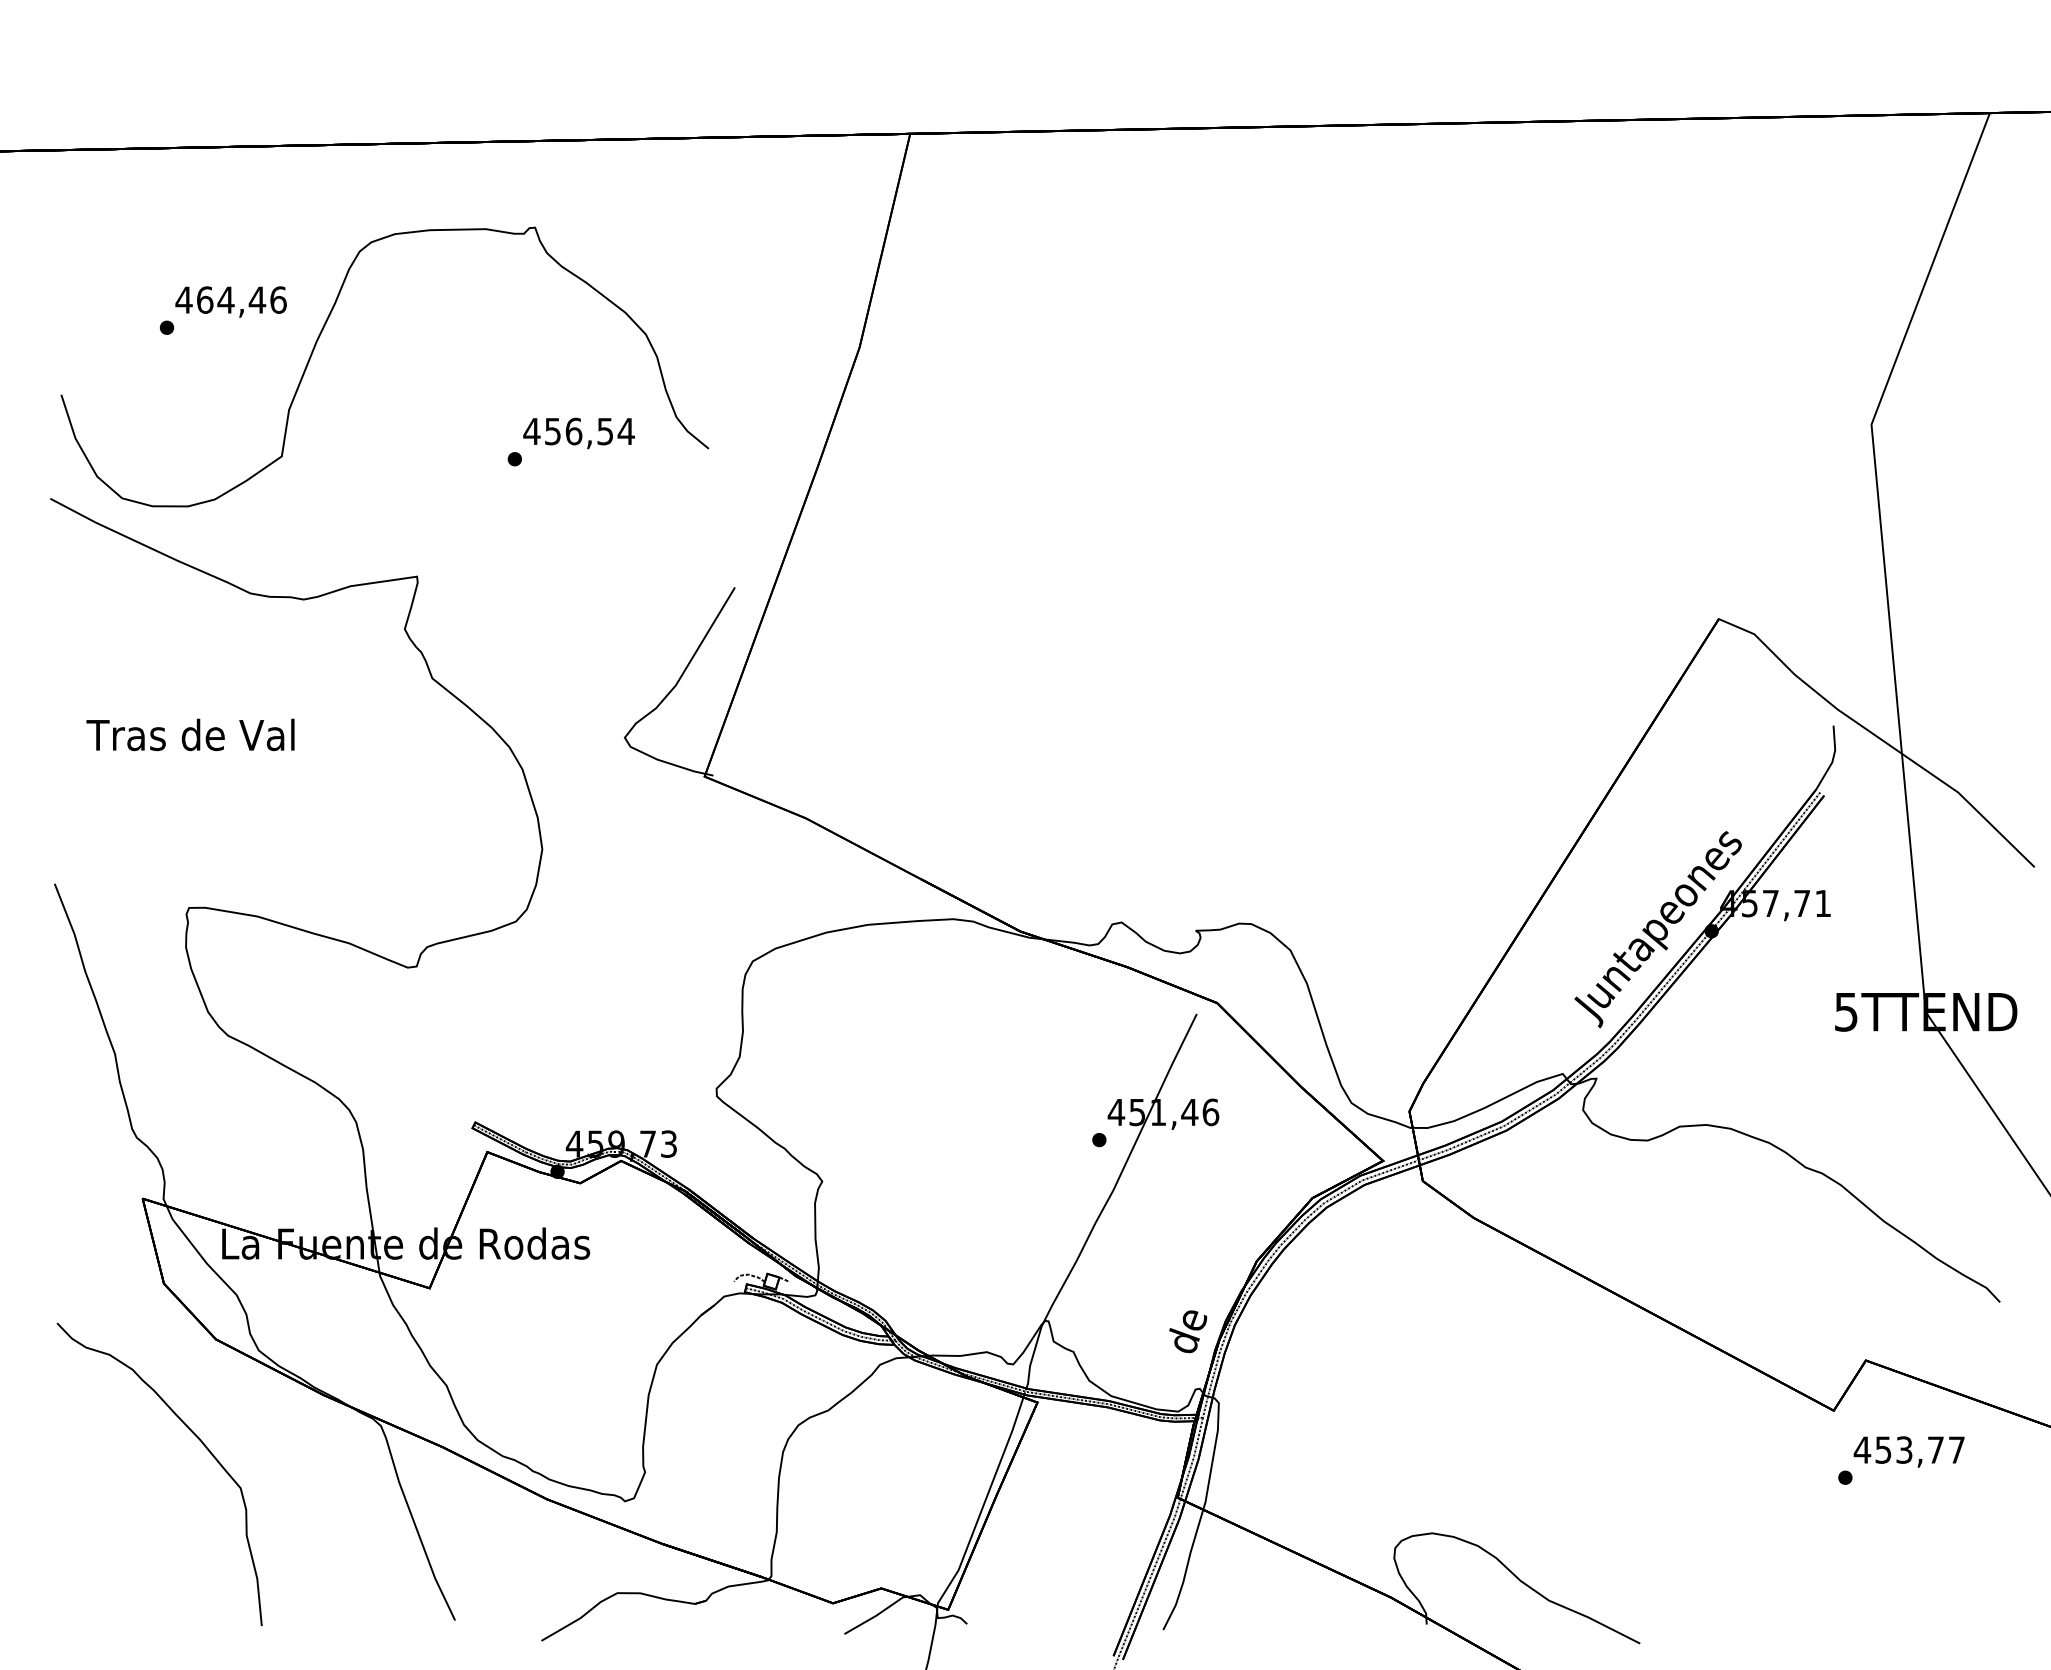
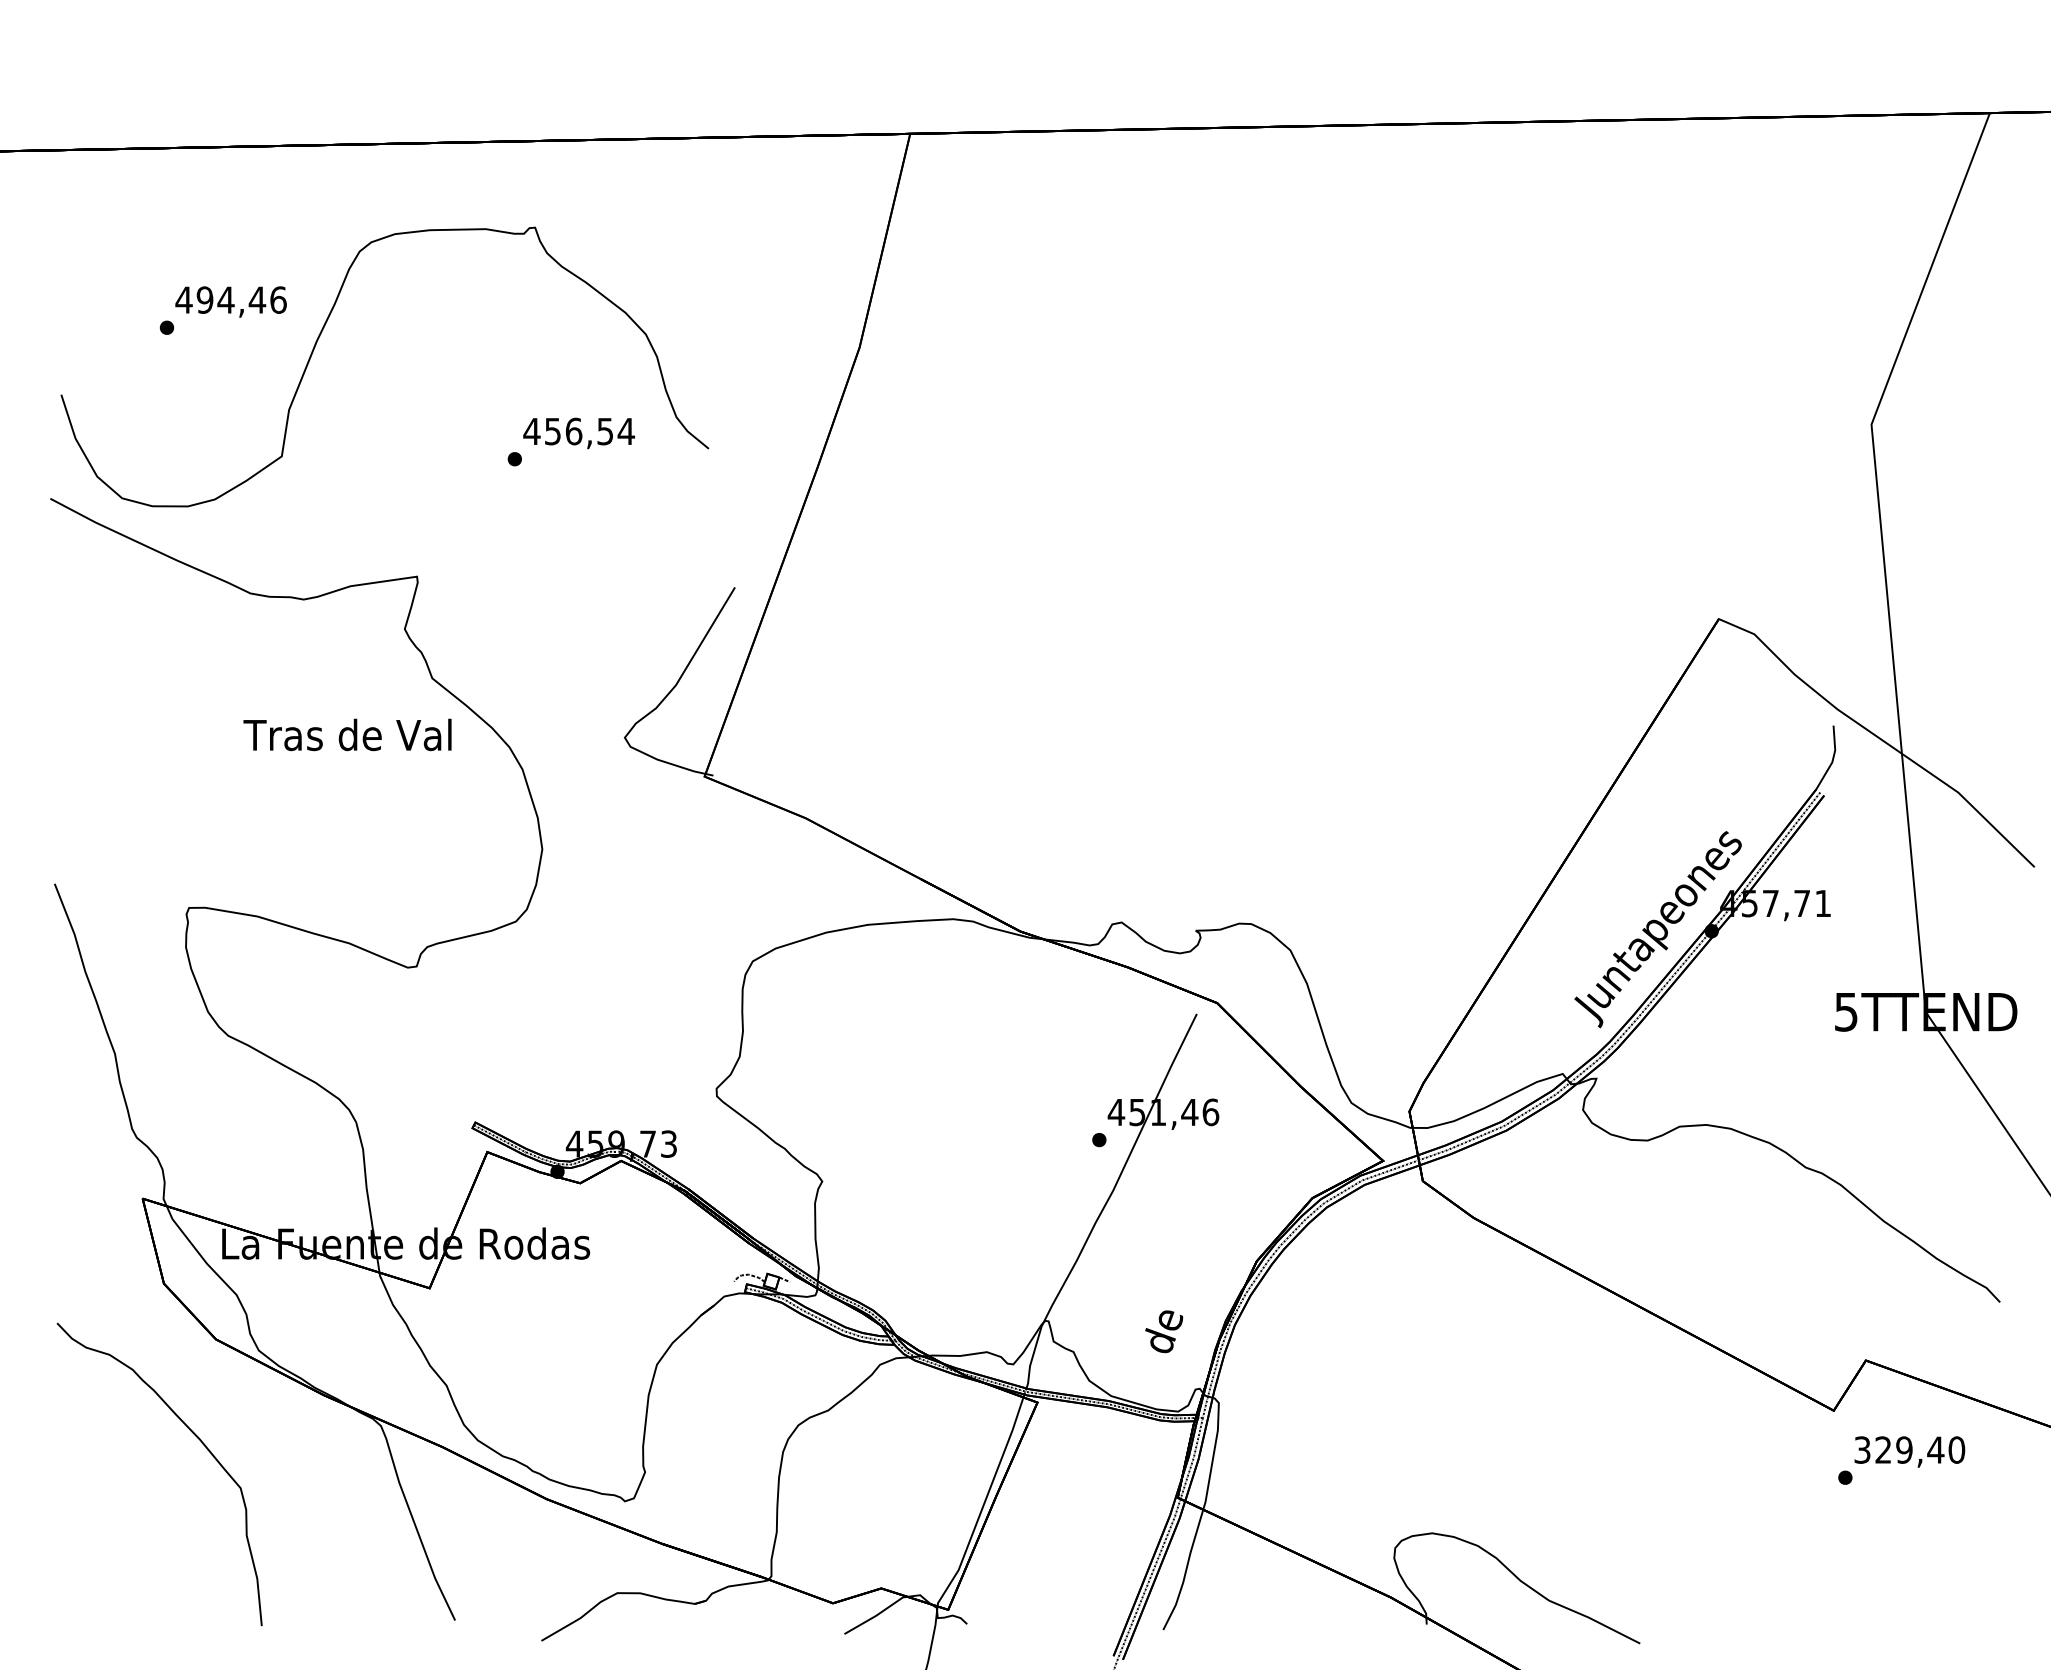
text at (204, 299): 464,46 -> 494,46
text at (190, 734) position: (190, 734) -> (347, 734)
text at (1188, 1331) position: (1188, 1331) -> (1164, 1331)
text at (1909, 1449): 453,77 -> 329,40
